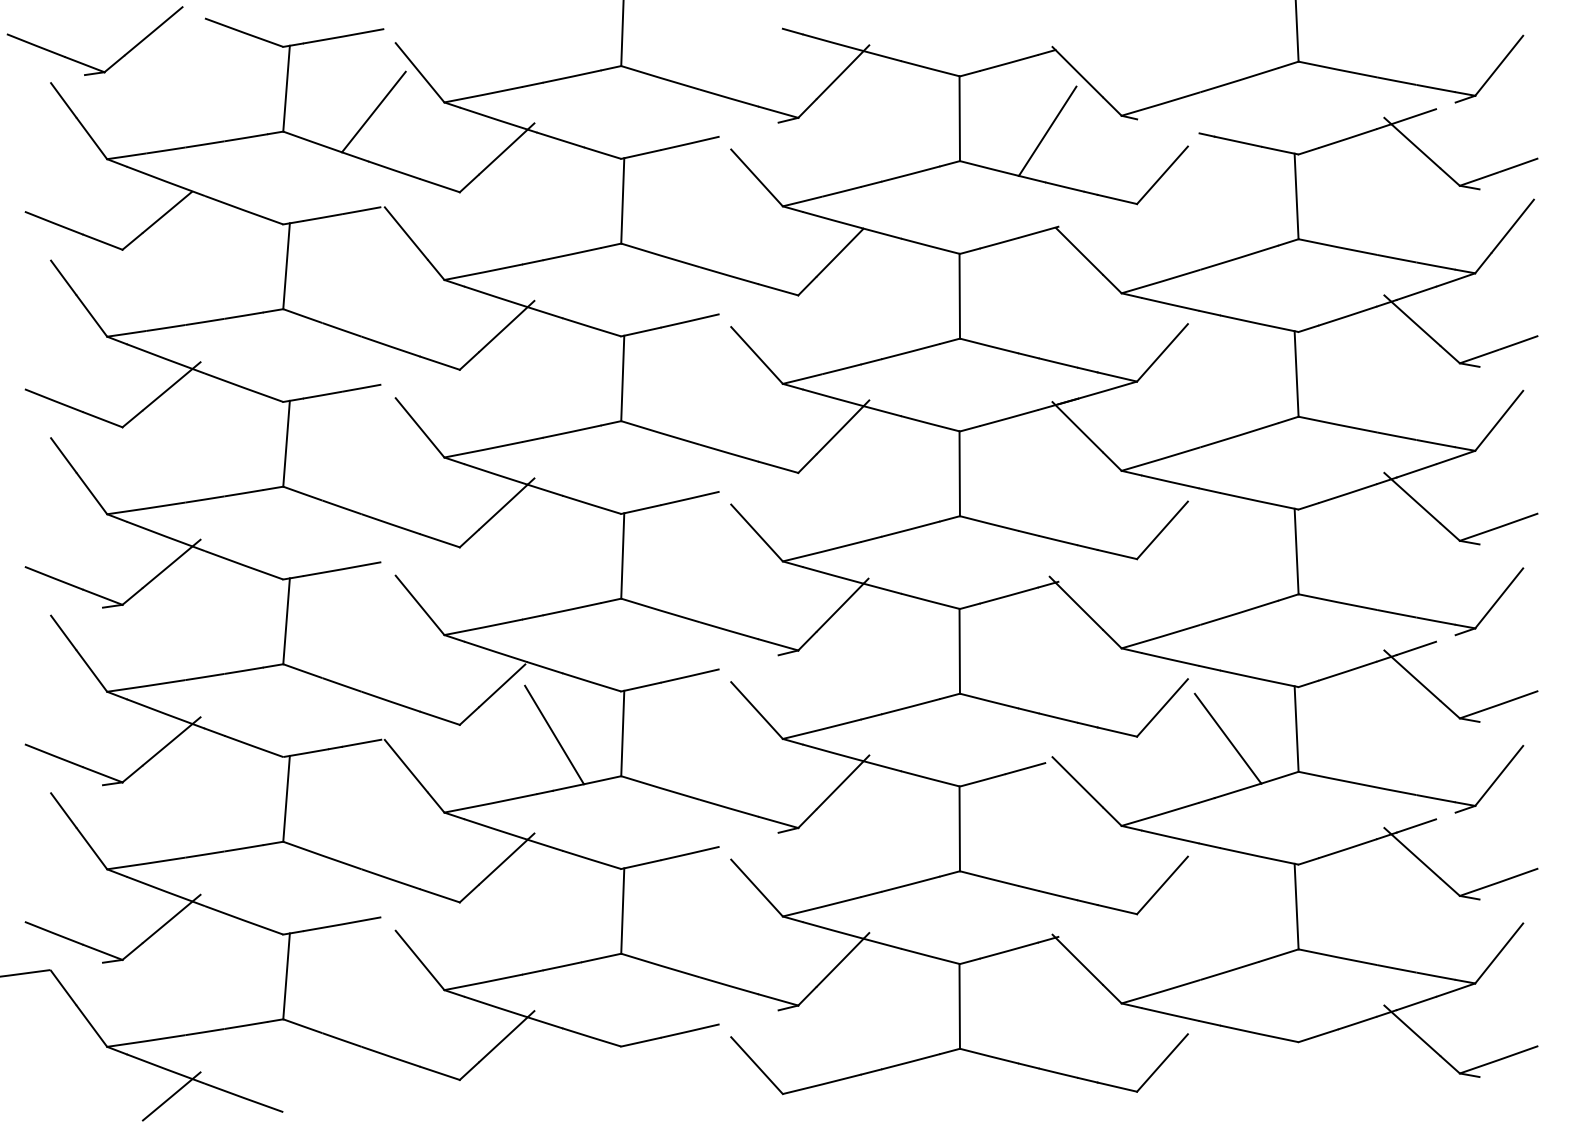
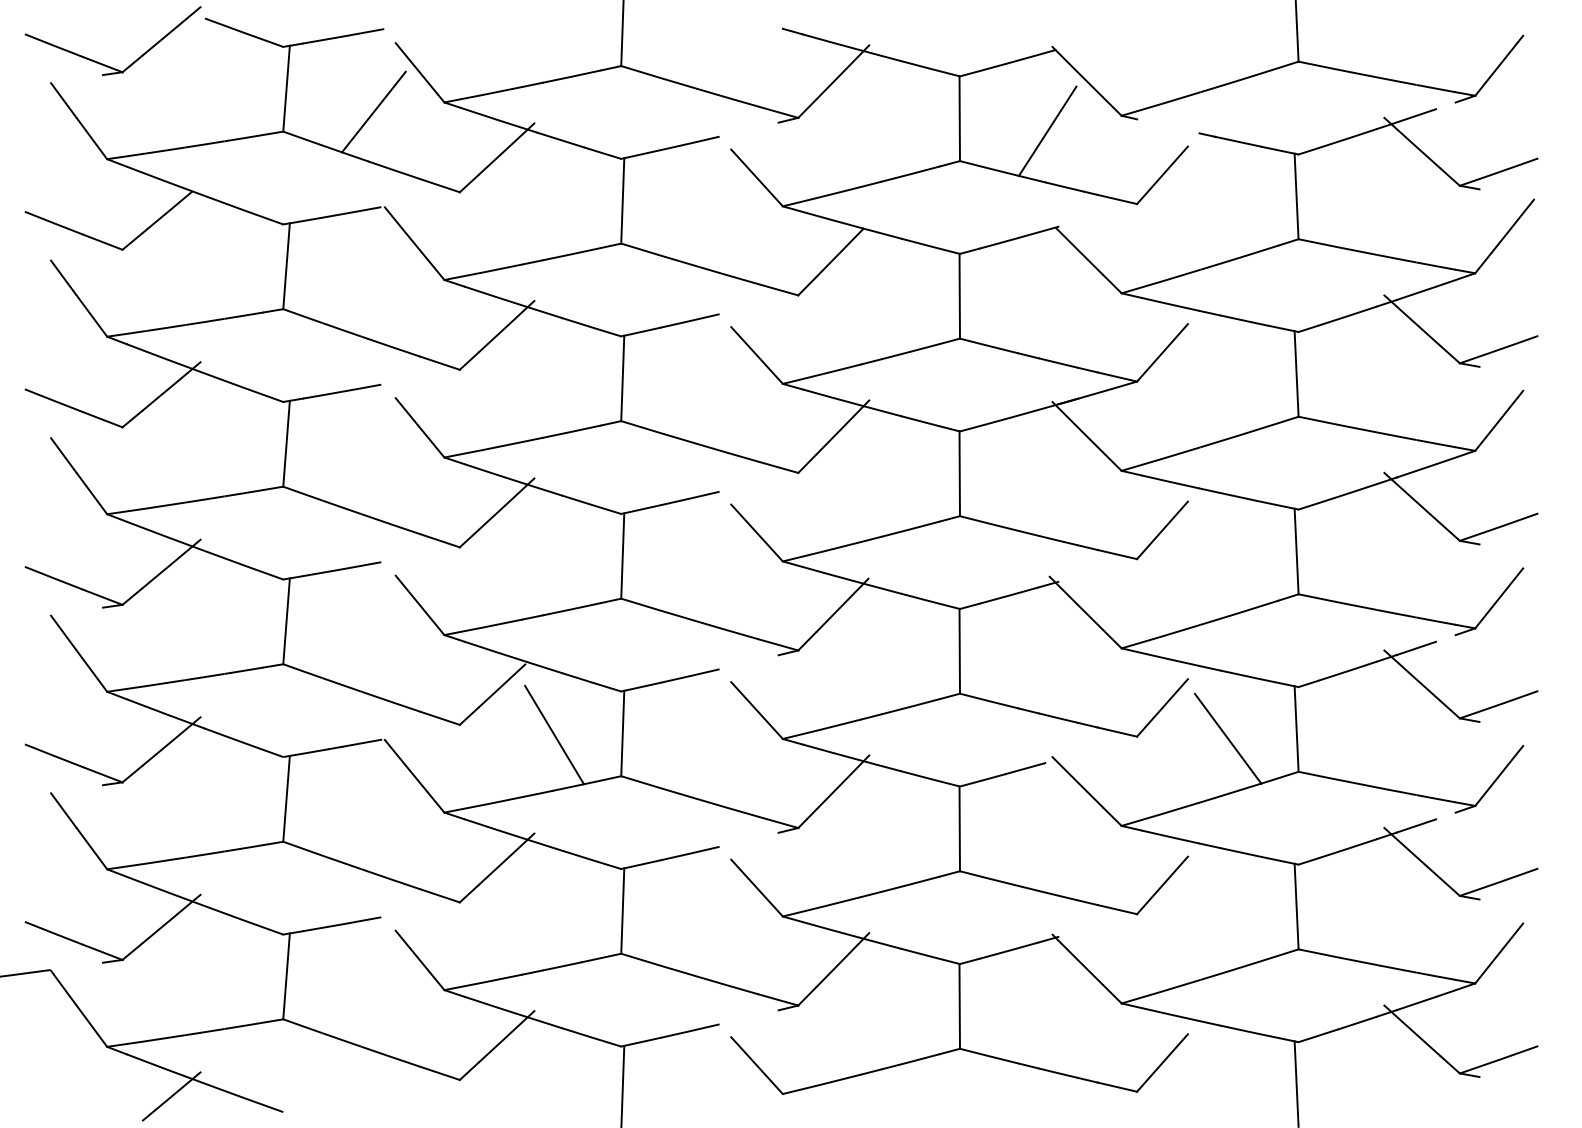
part at (85, 63) position: (85, 63) -> (103, 63)
line at (1296, 1082): none -> present
line at (622, 1084): none -> present
